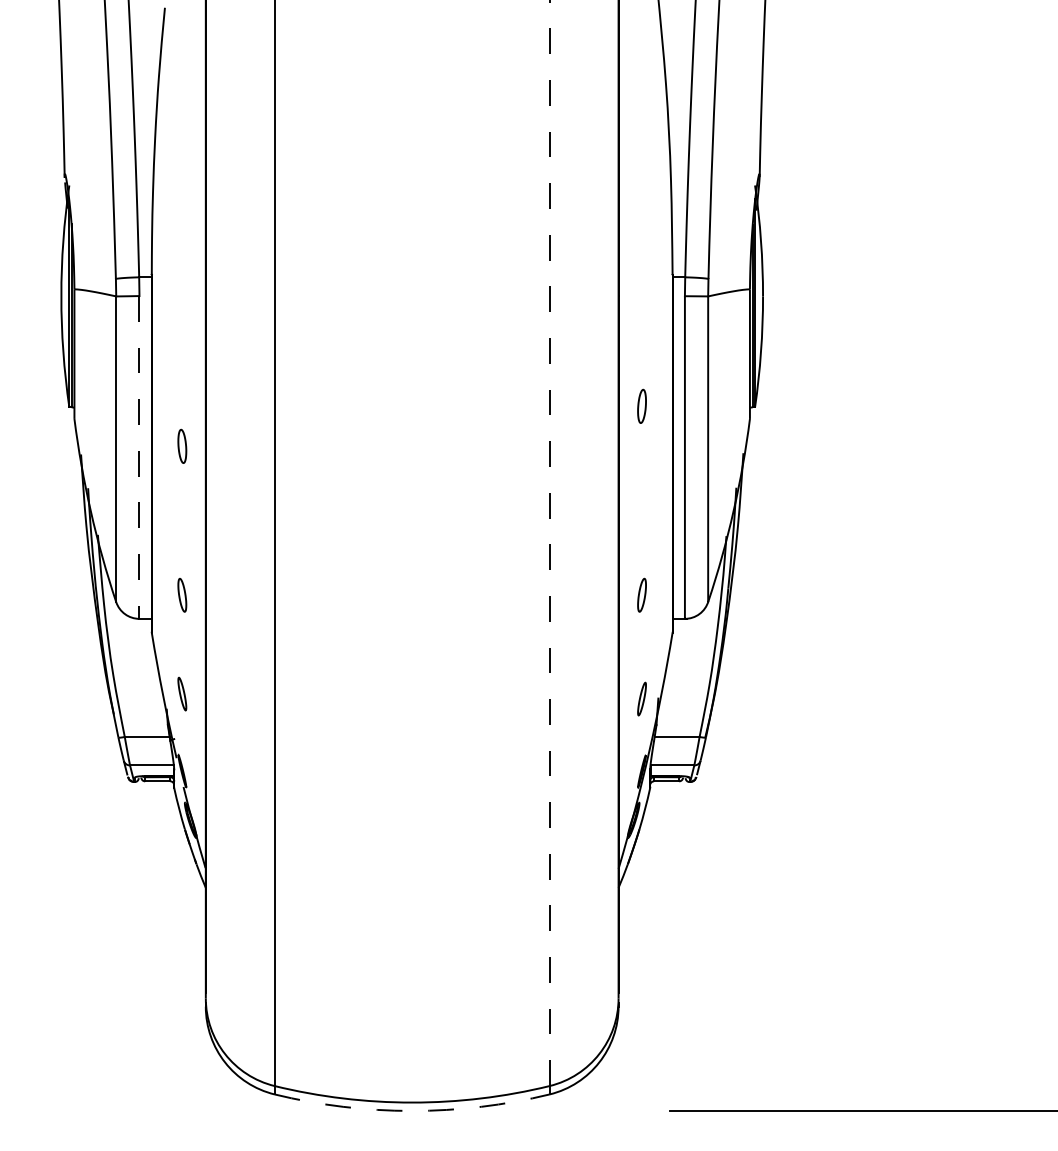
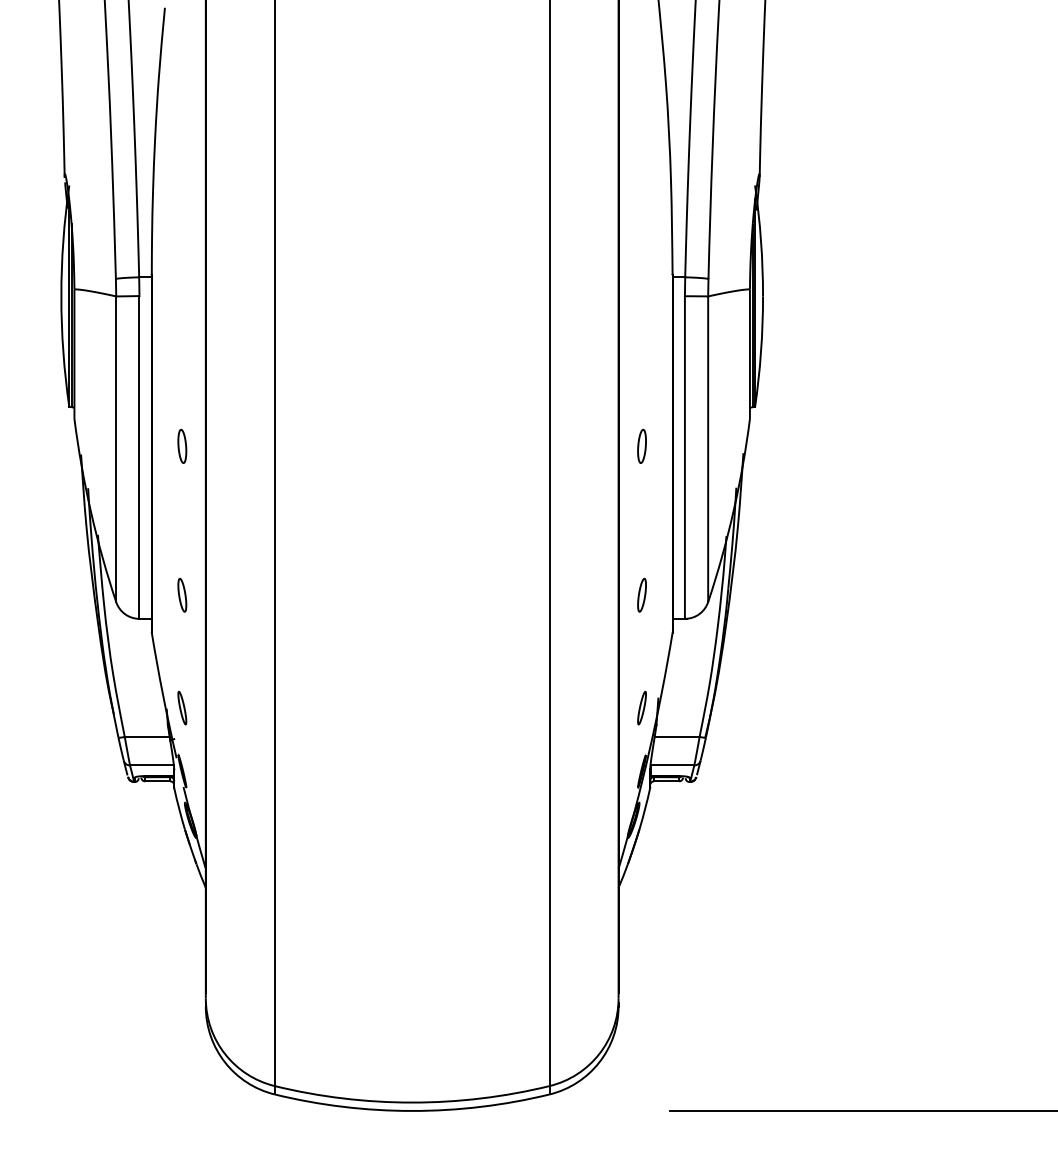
part at (641, 405) position: (641, 405) -> (641, 445)
line at (139, 457): dashed -> solid
line at (549, 543): dashed -> solid
part at (182, 693) position: (182, 693) -> (182, 707)
part at (641, 698) position: (641, 698) -> (641, 707)
arc at (412, 1110): dashed -> solid
